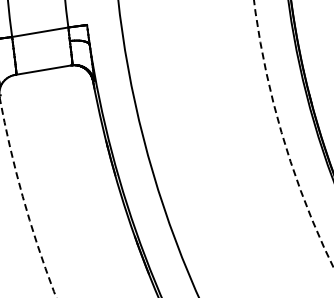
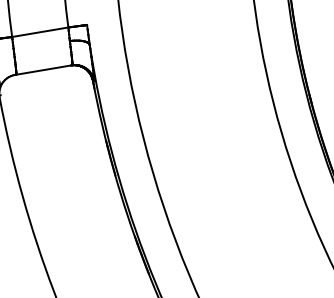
arc at (283, 137): dashed -> solid
arc at (23, 200): dashed -> solid
